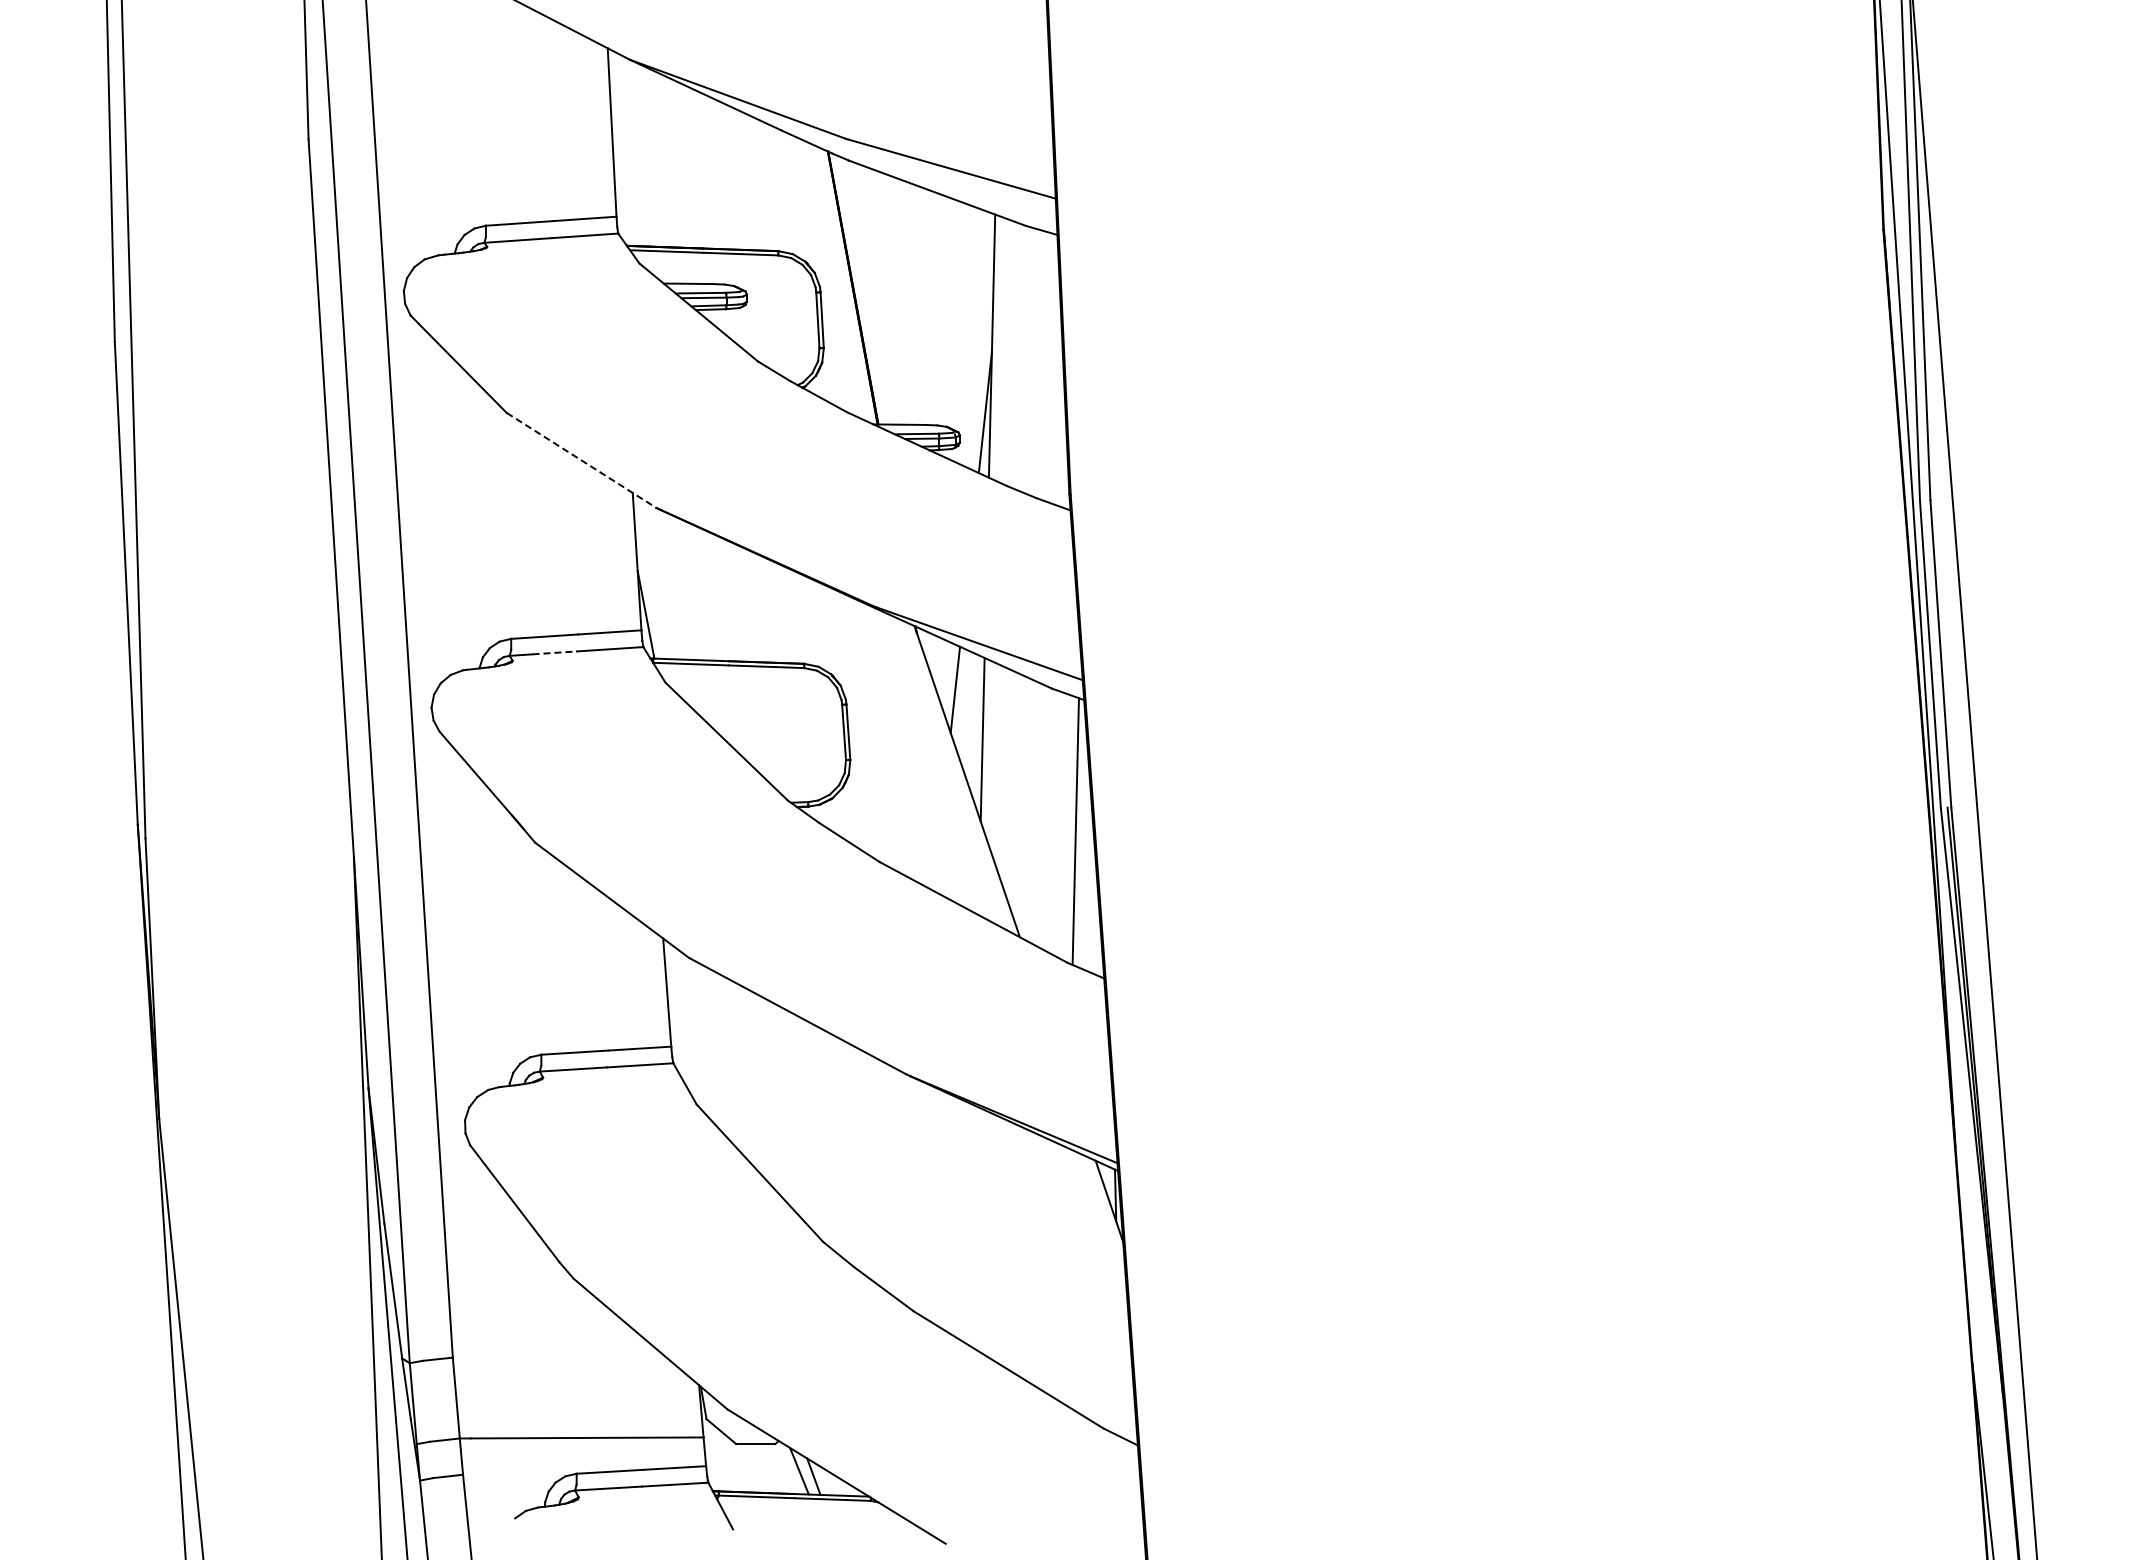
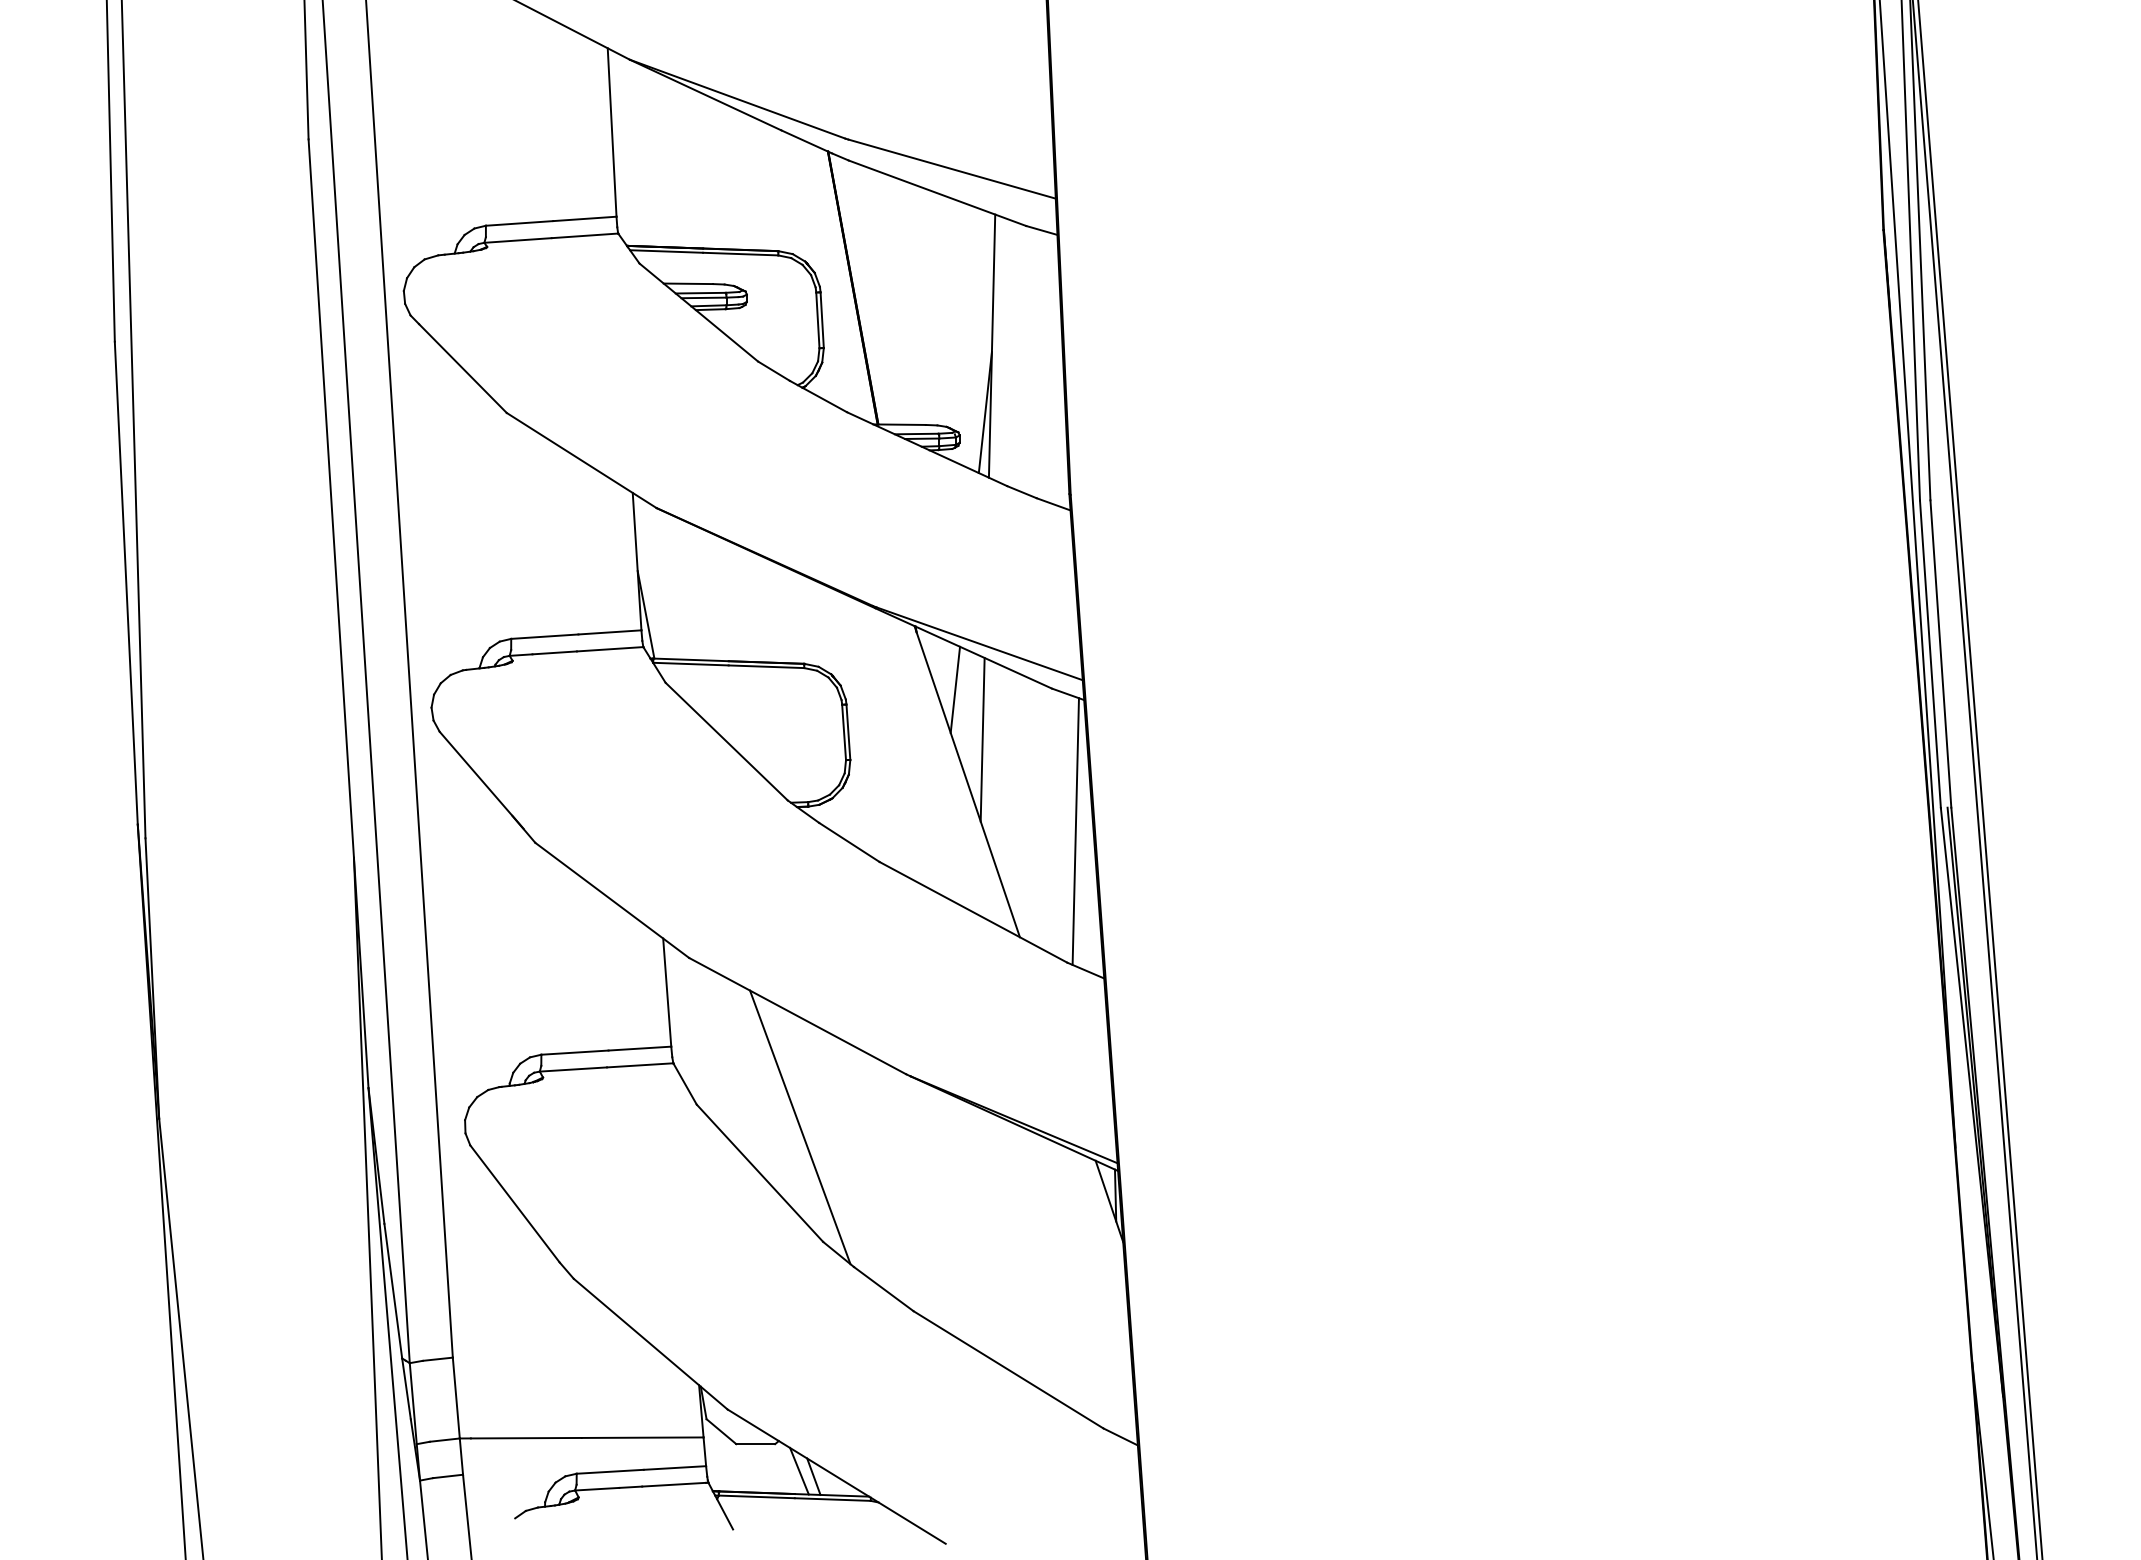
line at (581, 460): dashed -> solid
line at (555, 652): dashed -> solid
line at (1980, 779): none -> present
line at (800, 1127): none -> present
